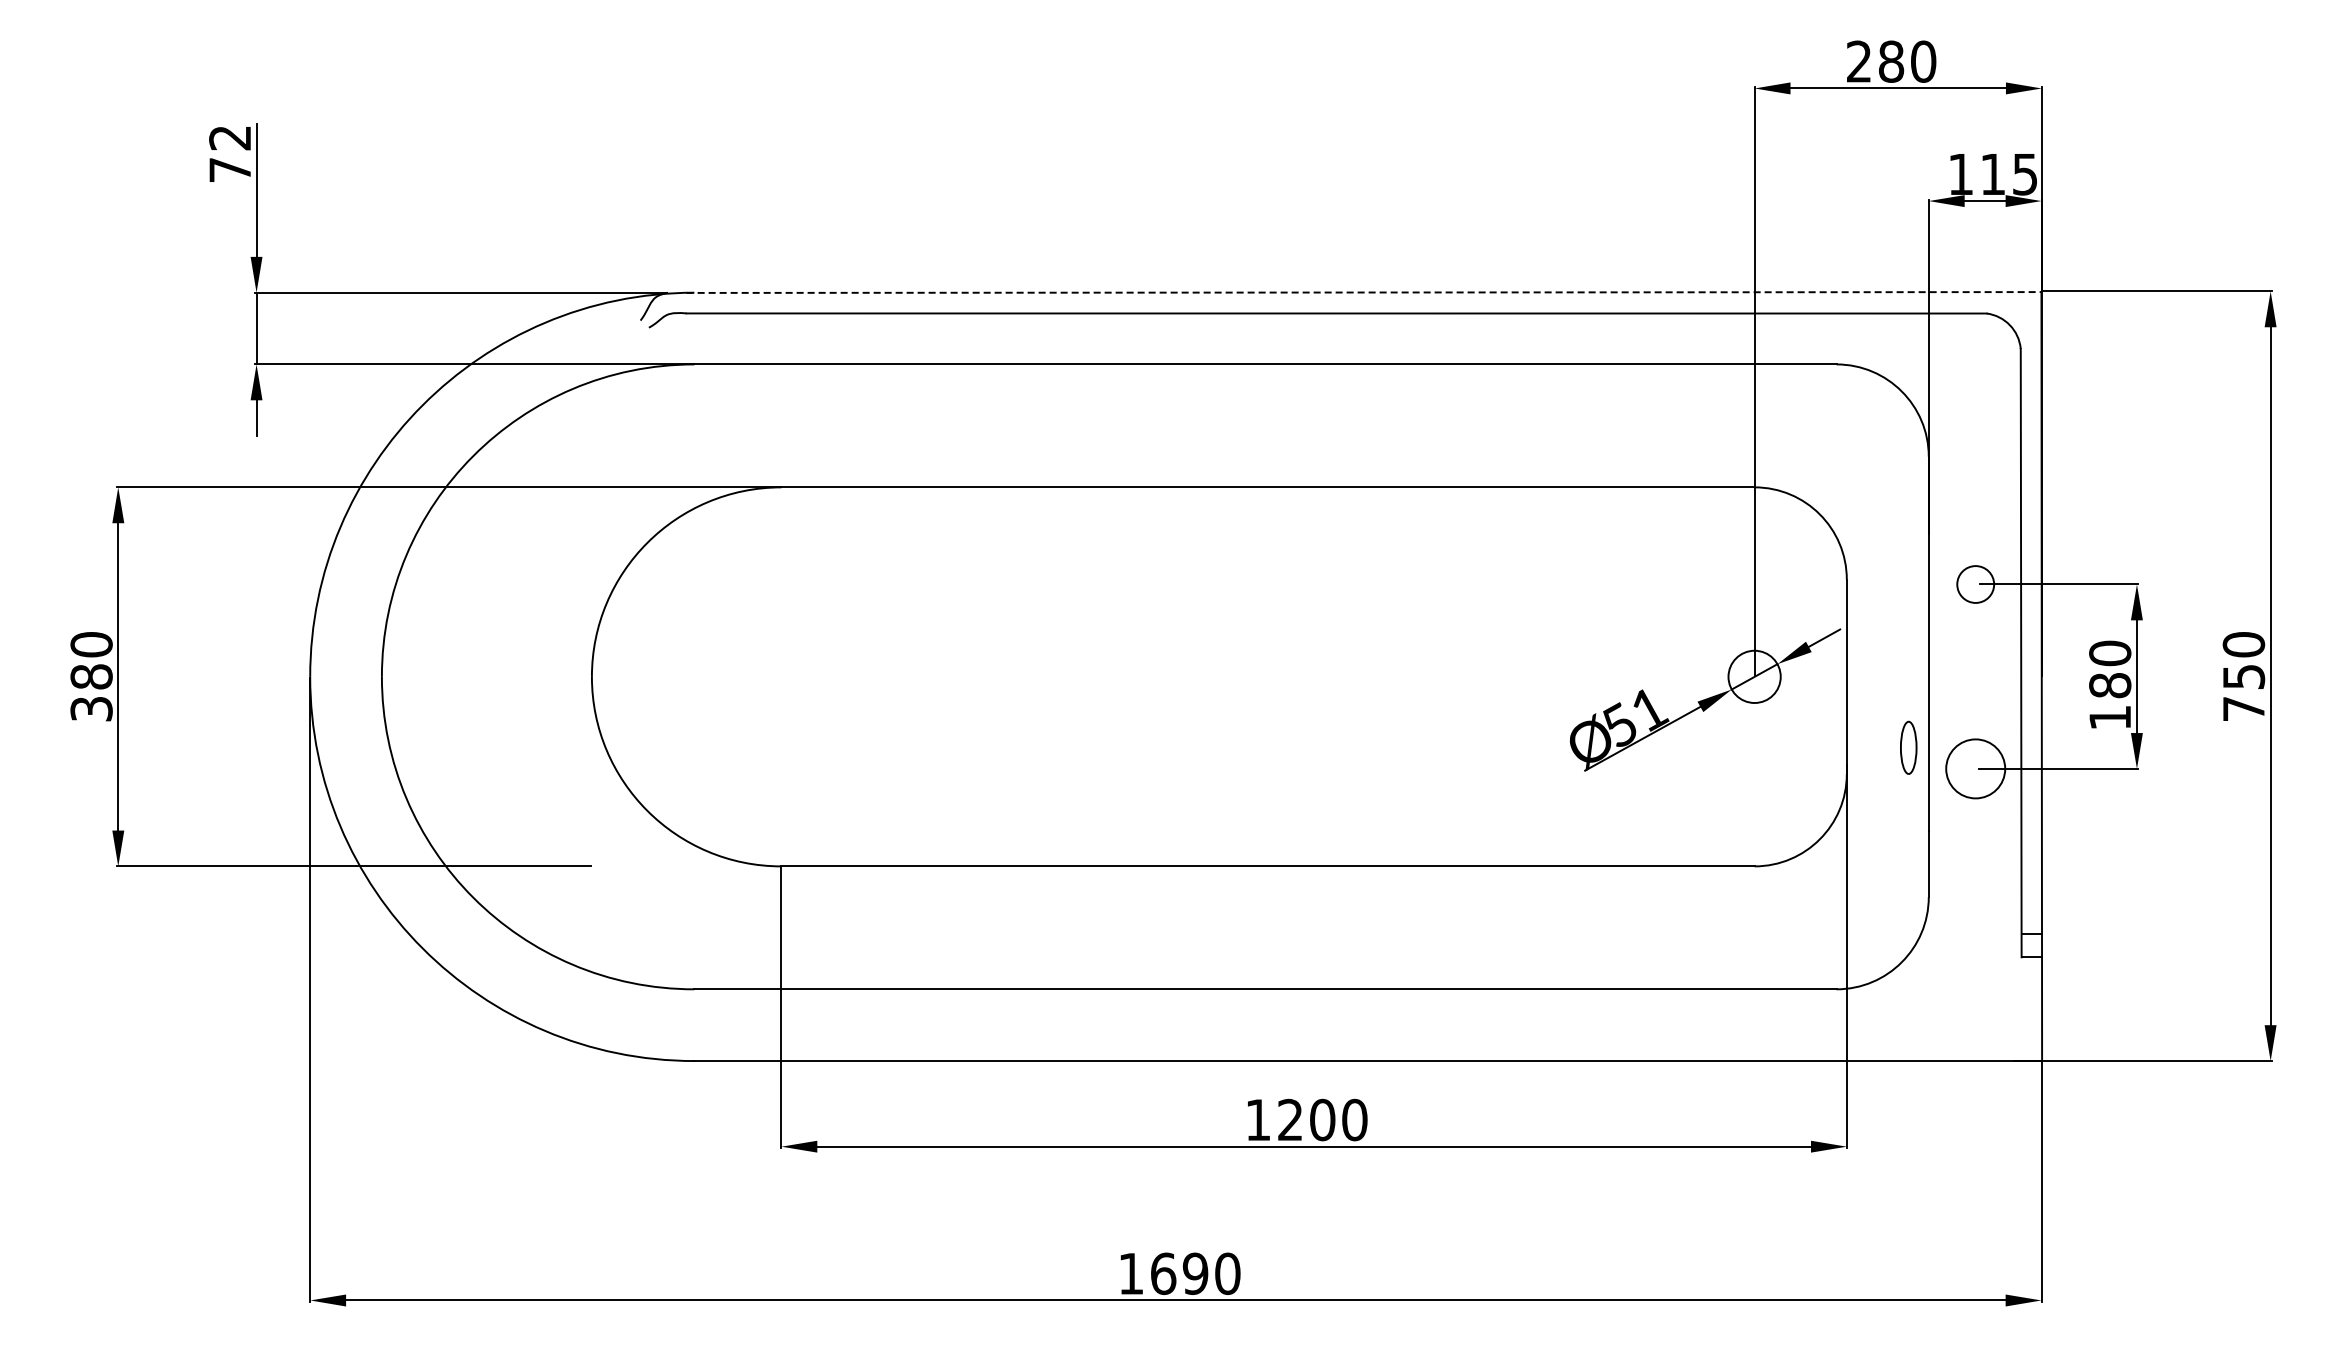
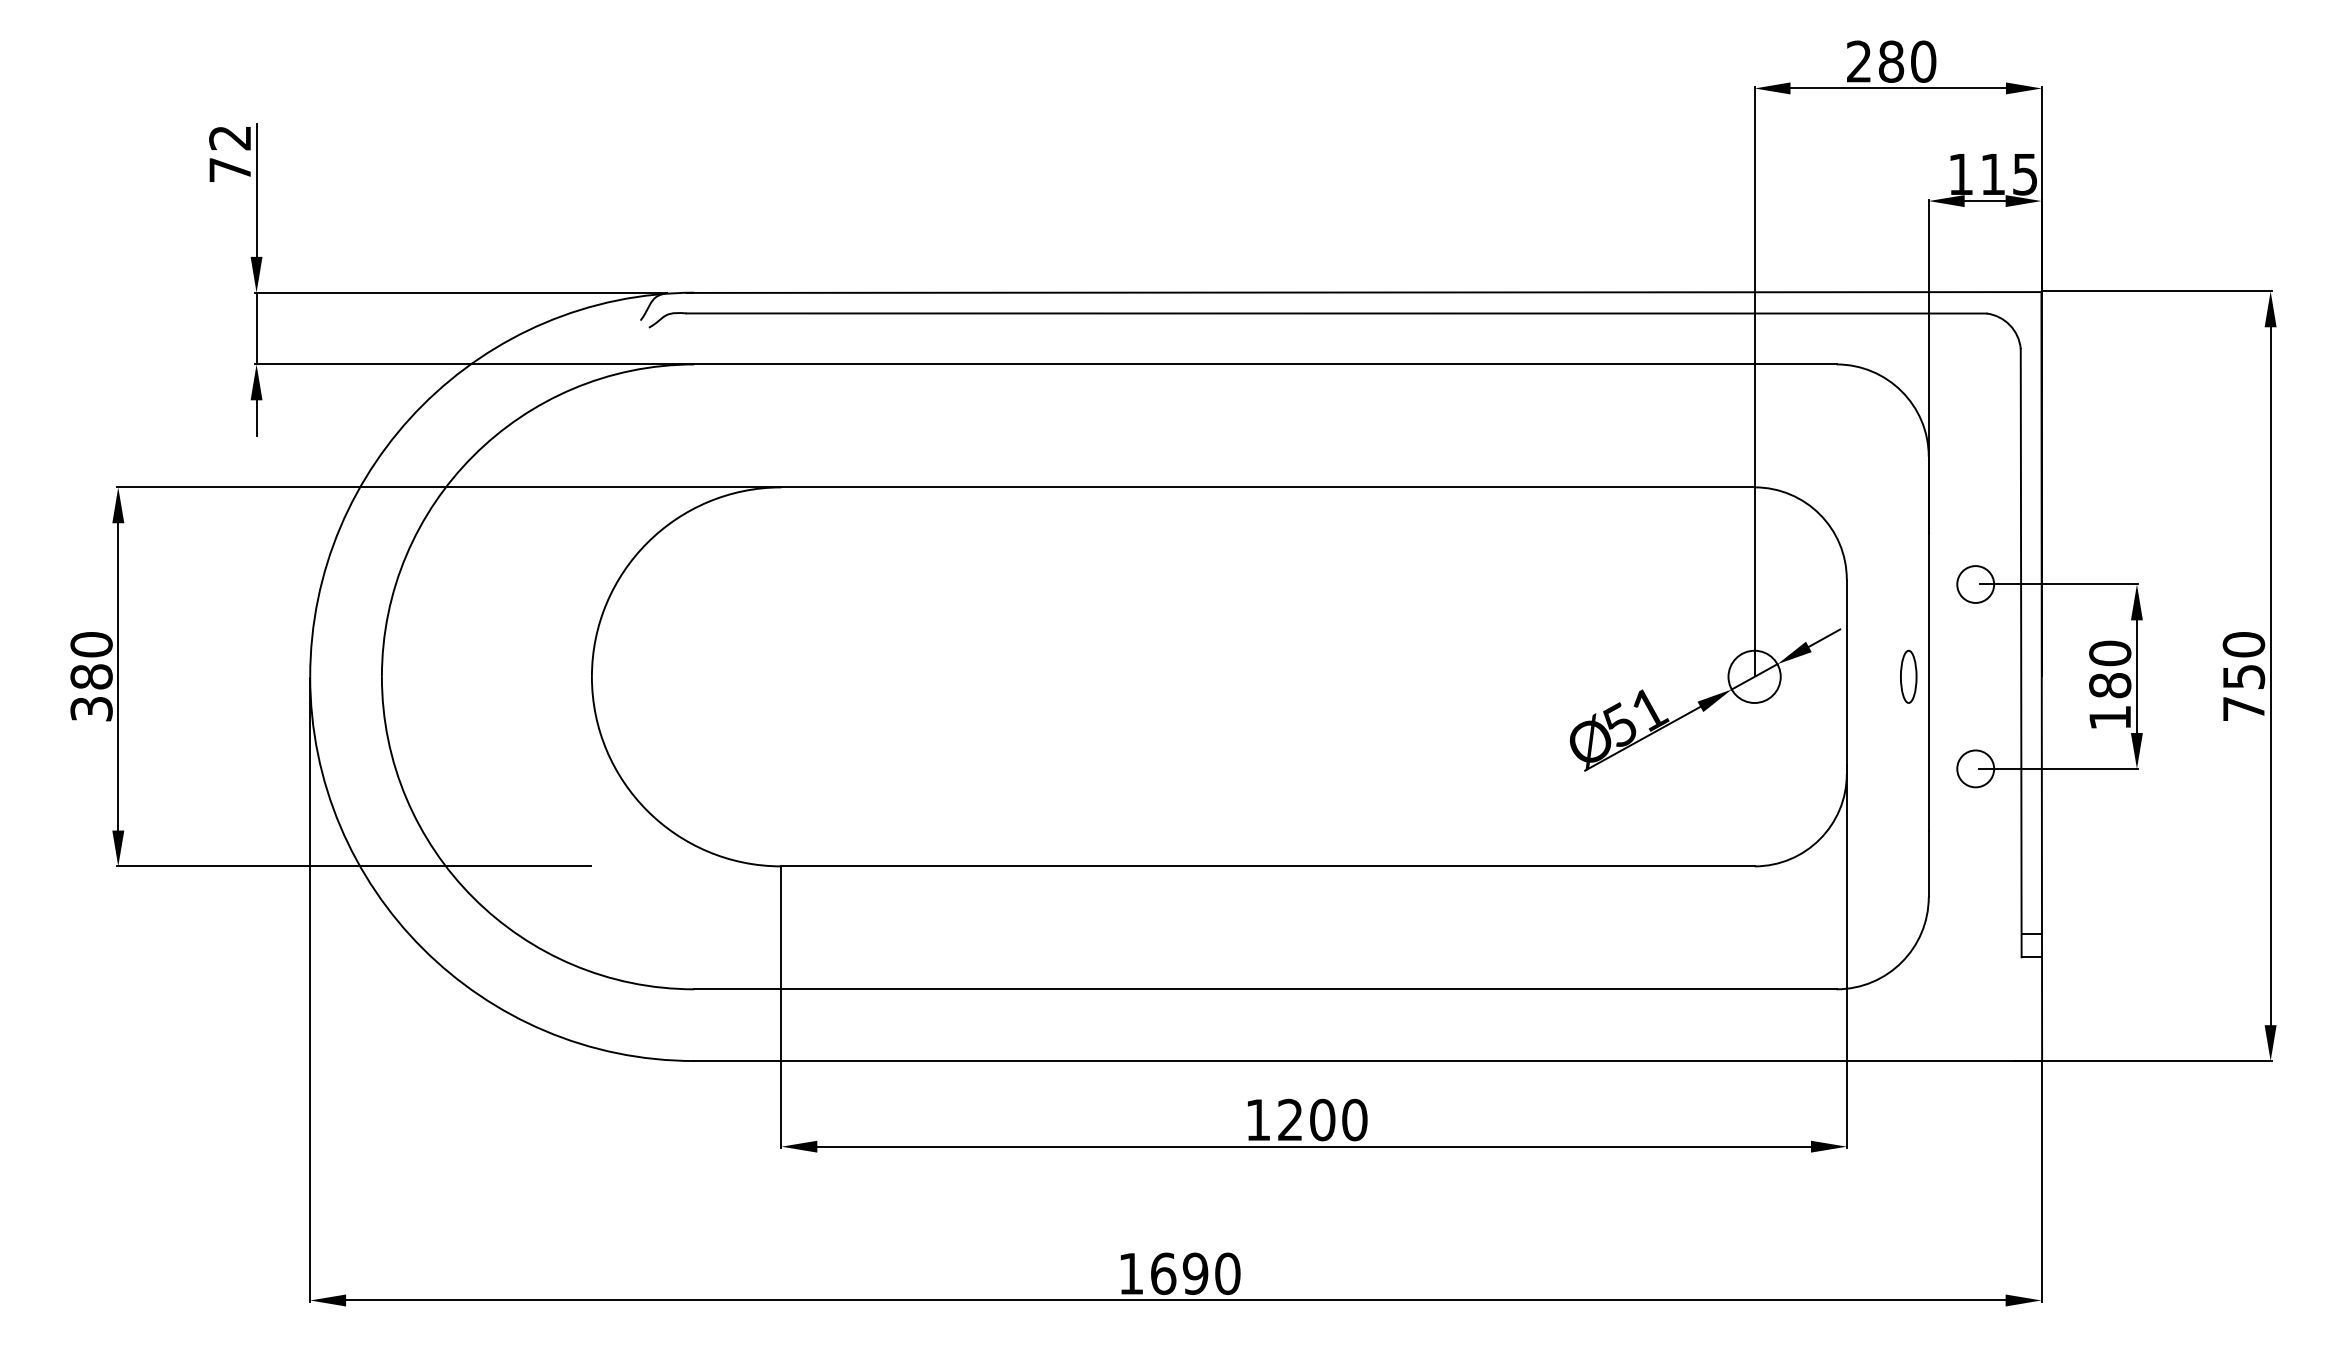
line at (1364, 292): dashed -> solid
part at (1908, 747) position: (1908, 747) -> (1908, 676)
circle at (1975, 768) diameter: 59 px -> 37 px
